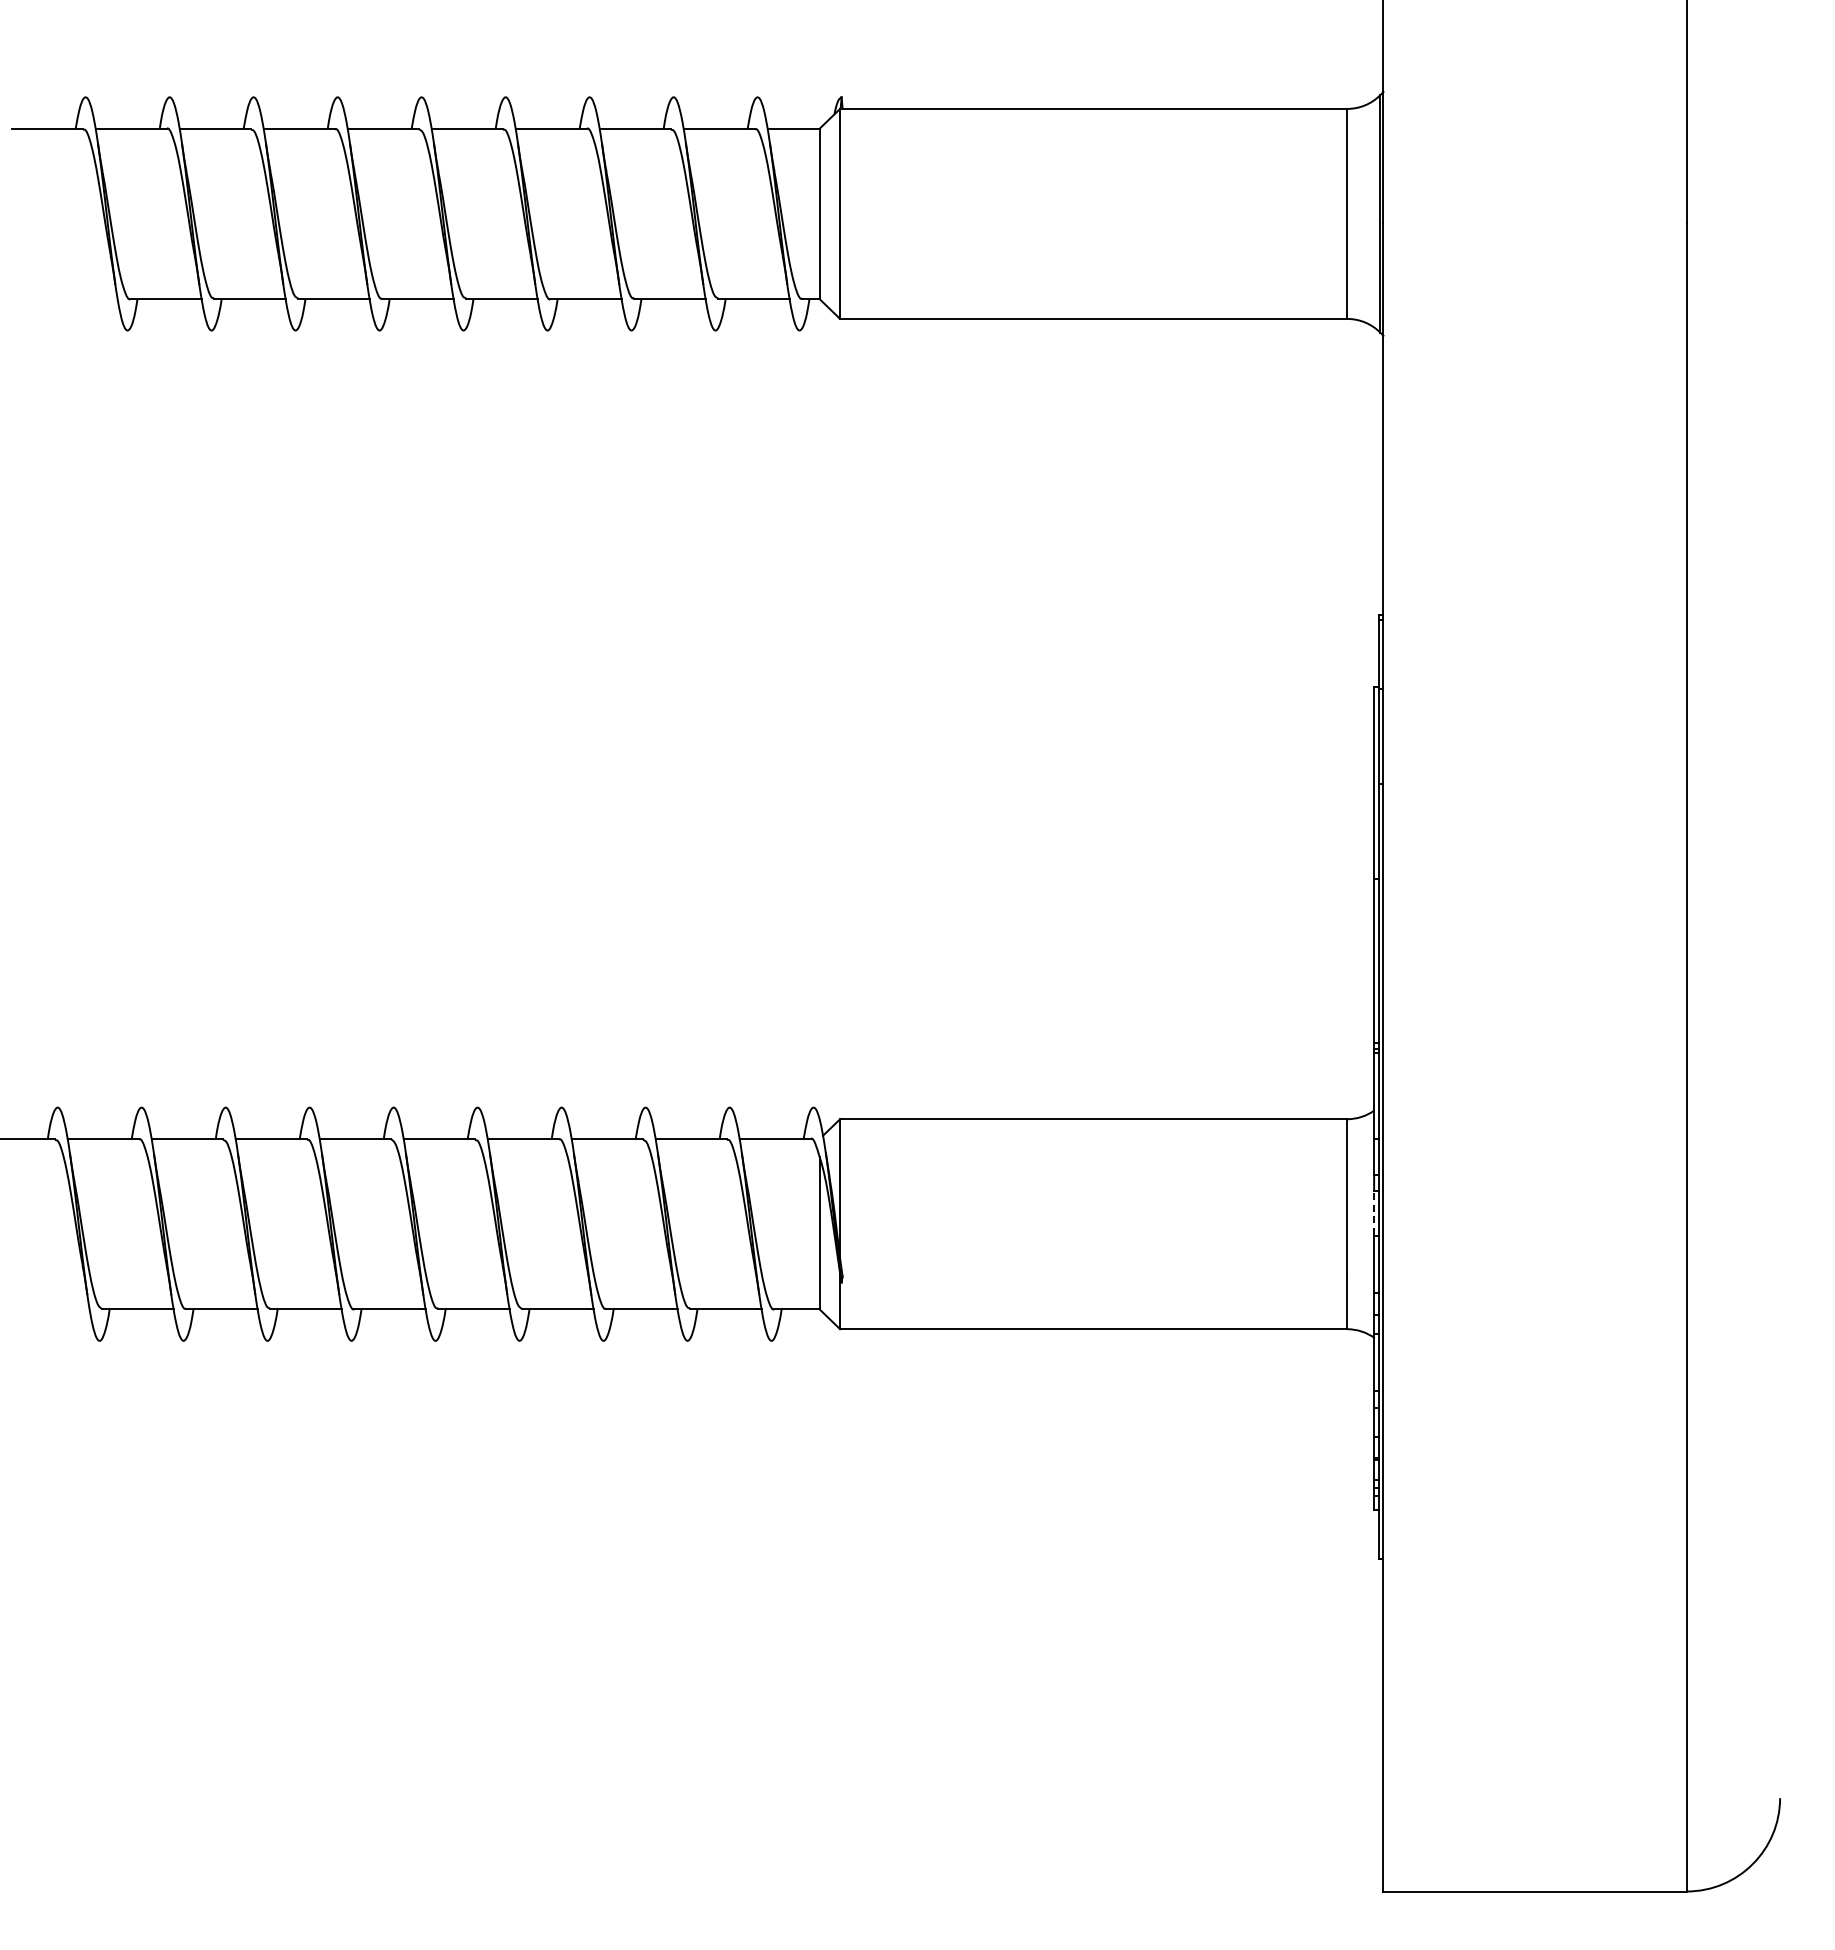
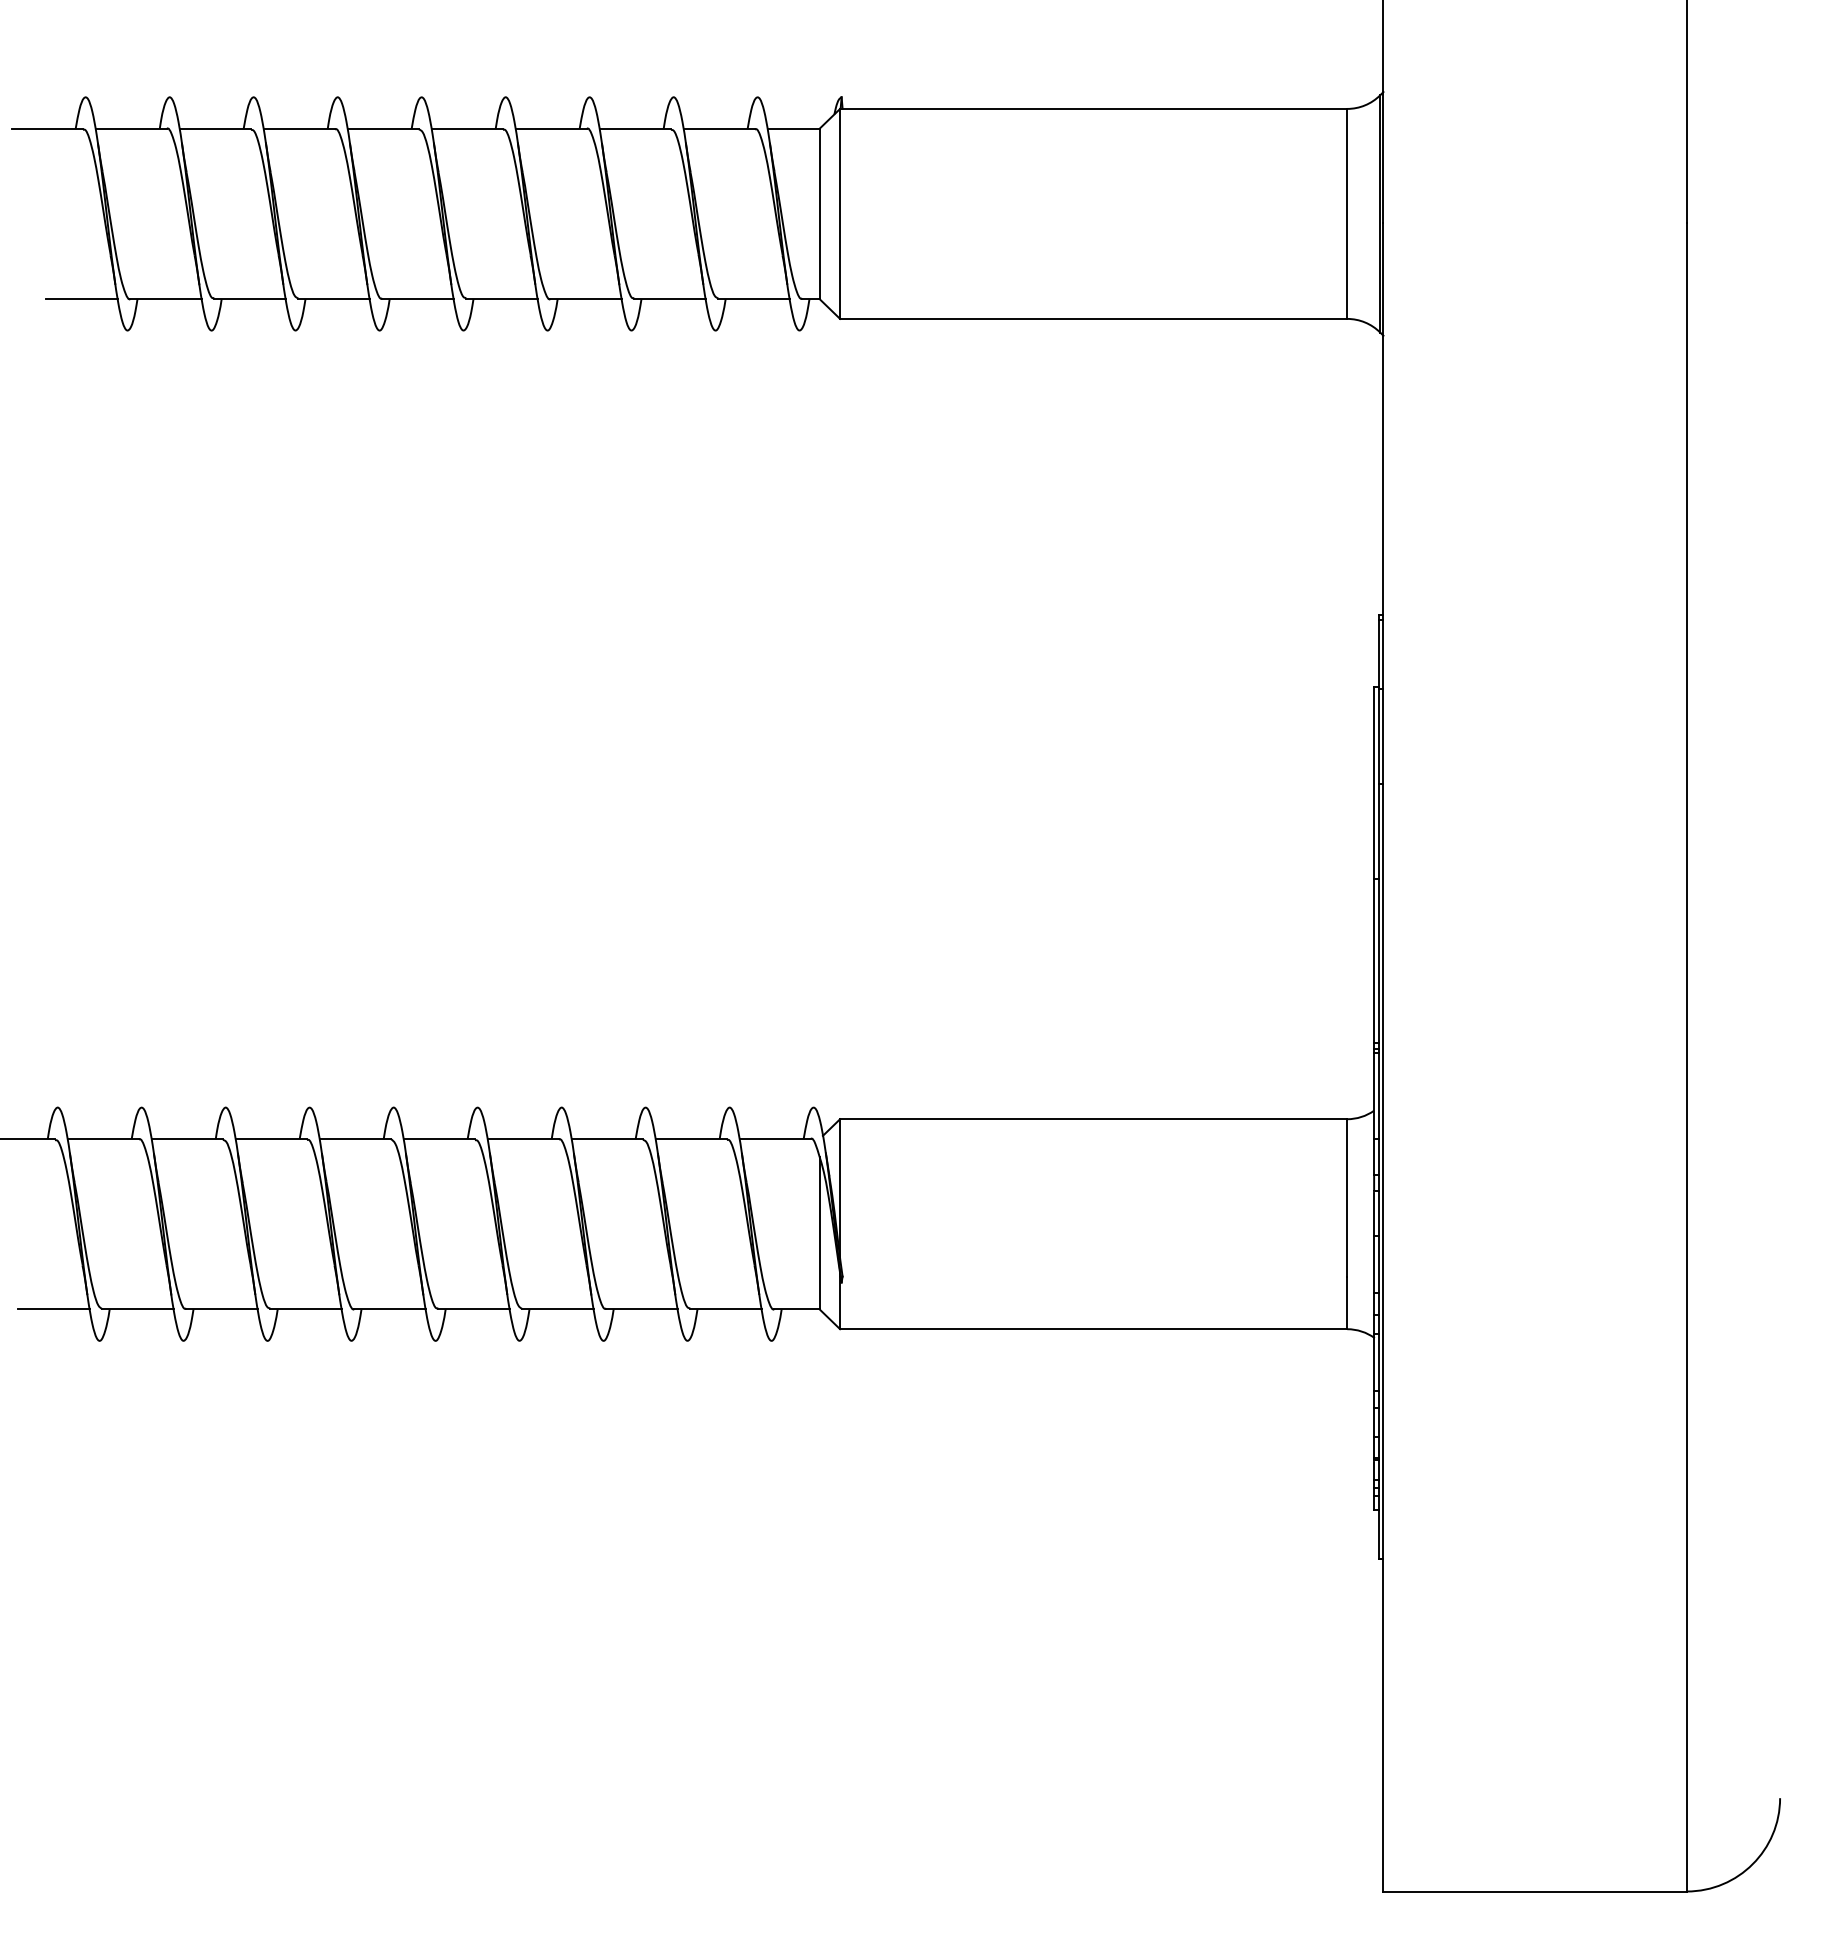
line at (81, 299): none -> present
line at (1374, 1214): dashed -> solid
line at (53, 1309): none -> present
